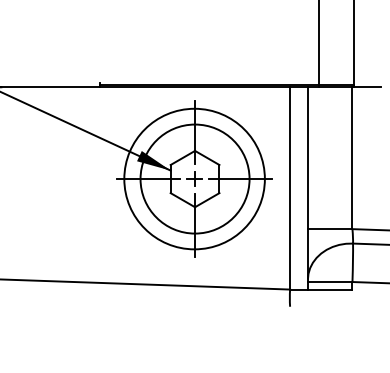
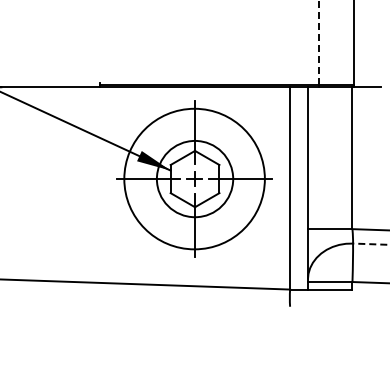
line at (319, 42): solid -> dashed
circle at (194, 178) diameter: 109 px -> 76 px
line at (370, 244): solid -> dashed
